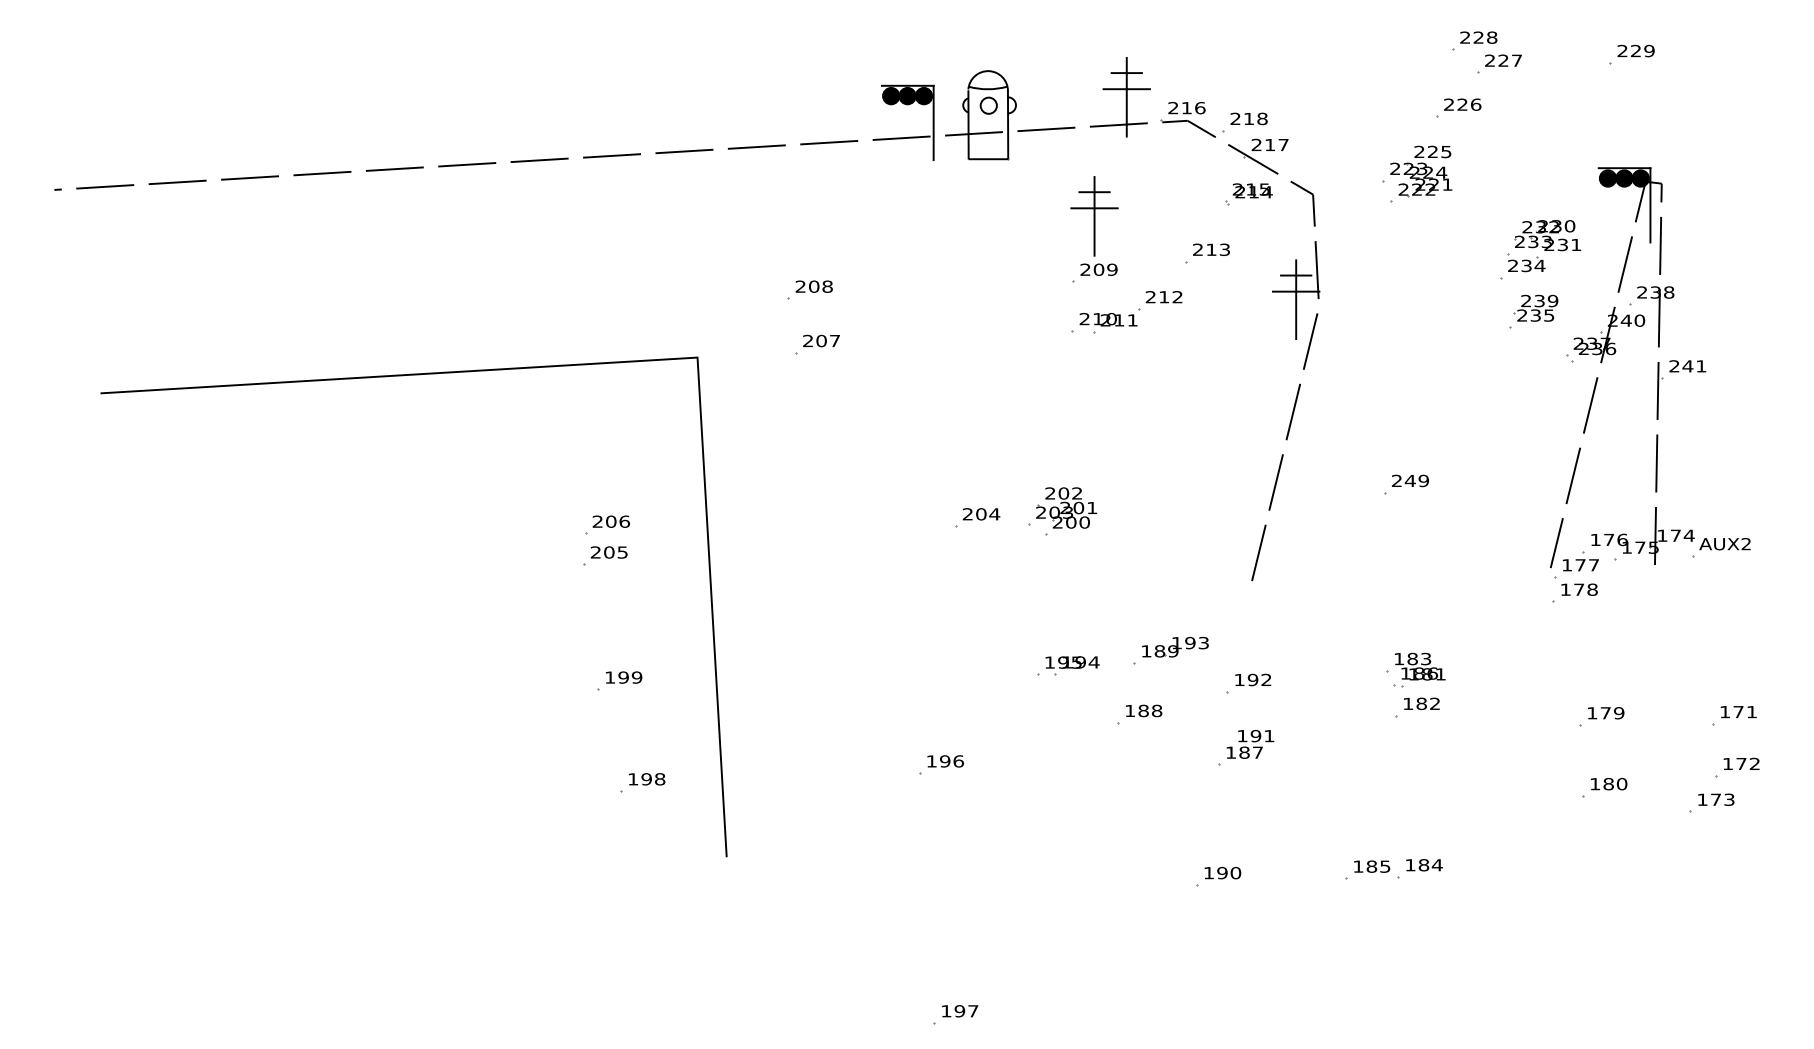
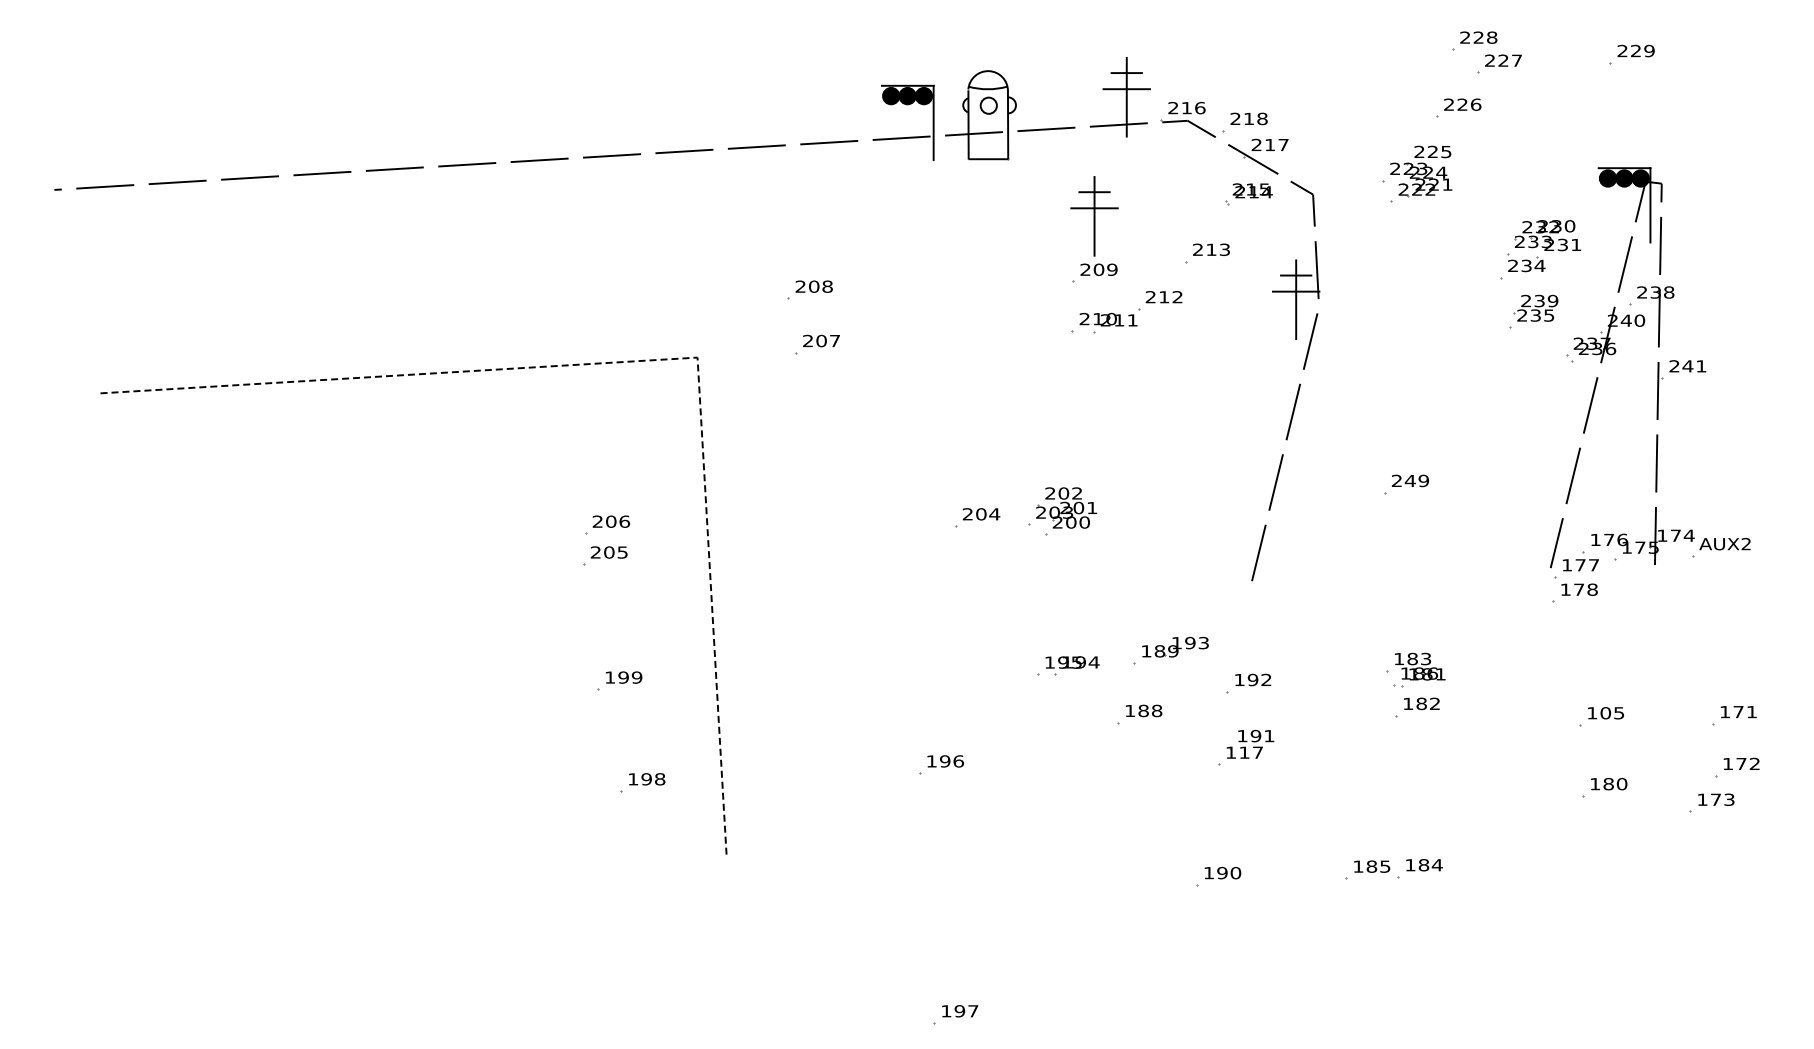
line at (649, 360): solid -> dashed
text at (1612, 713): 179 -> 105
text at (1244, 752): 187 -> 117
